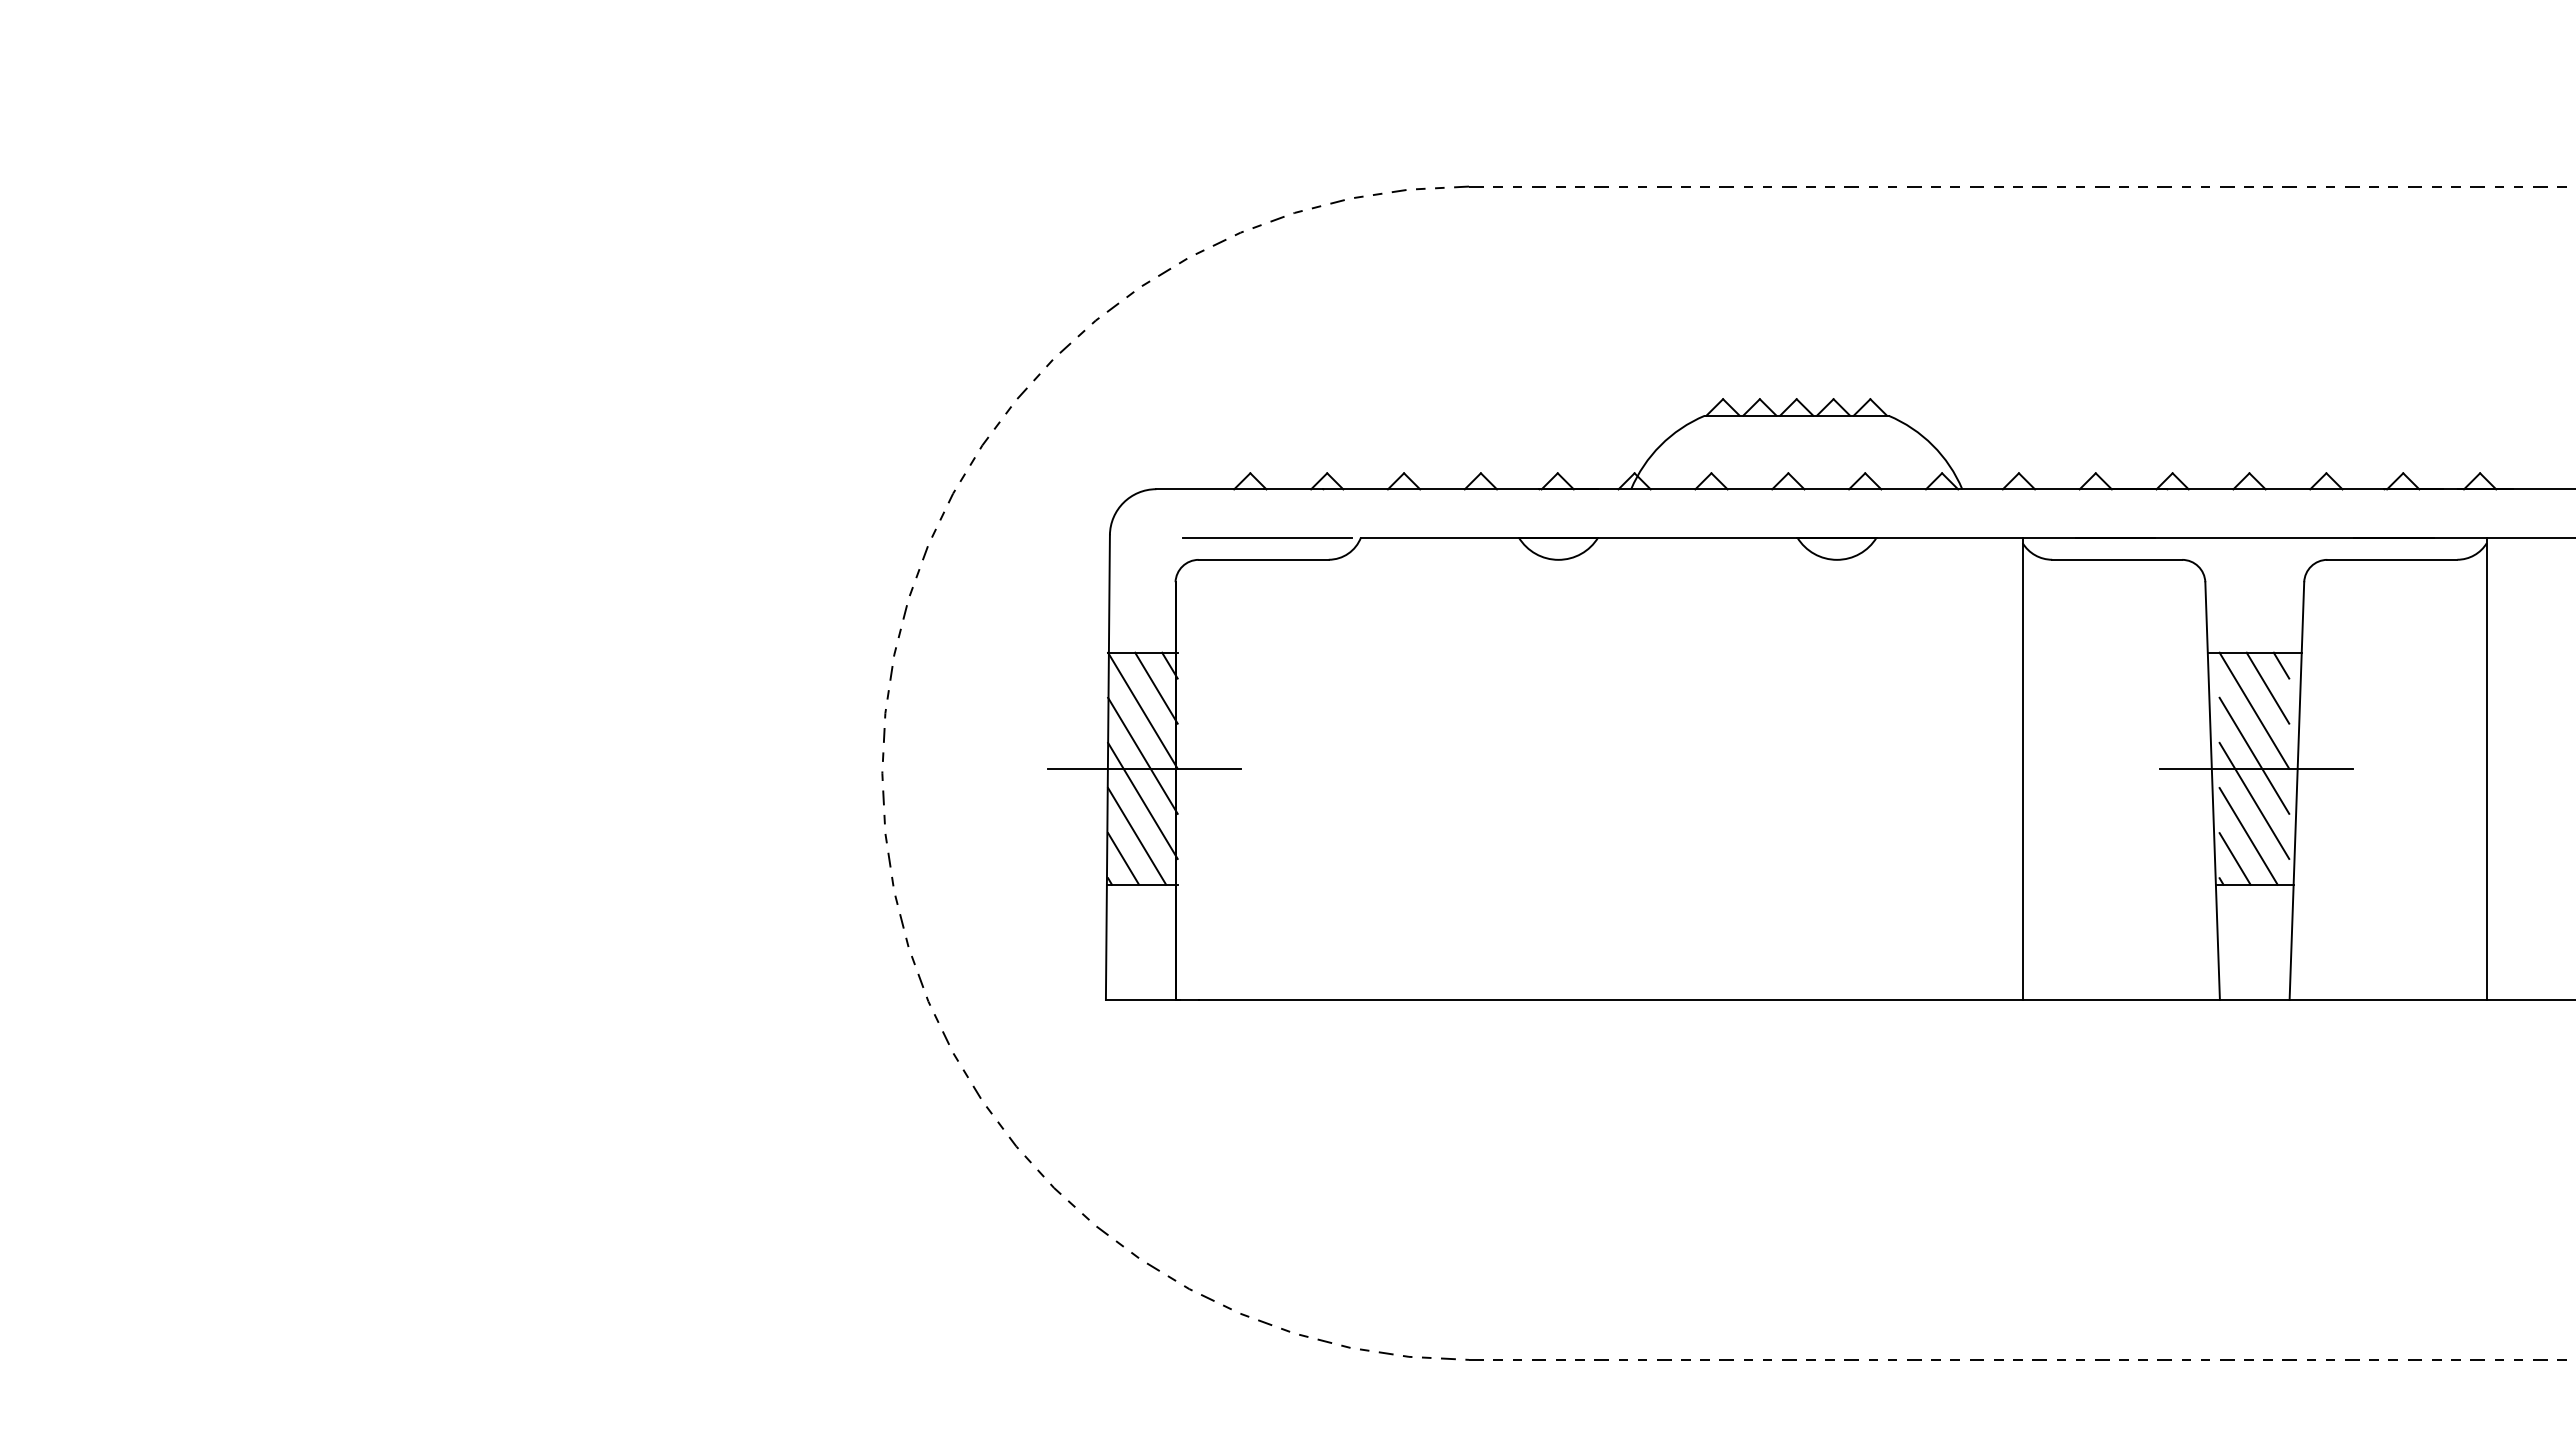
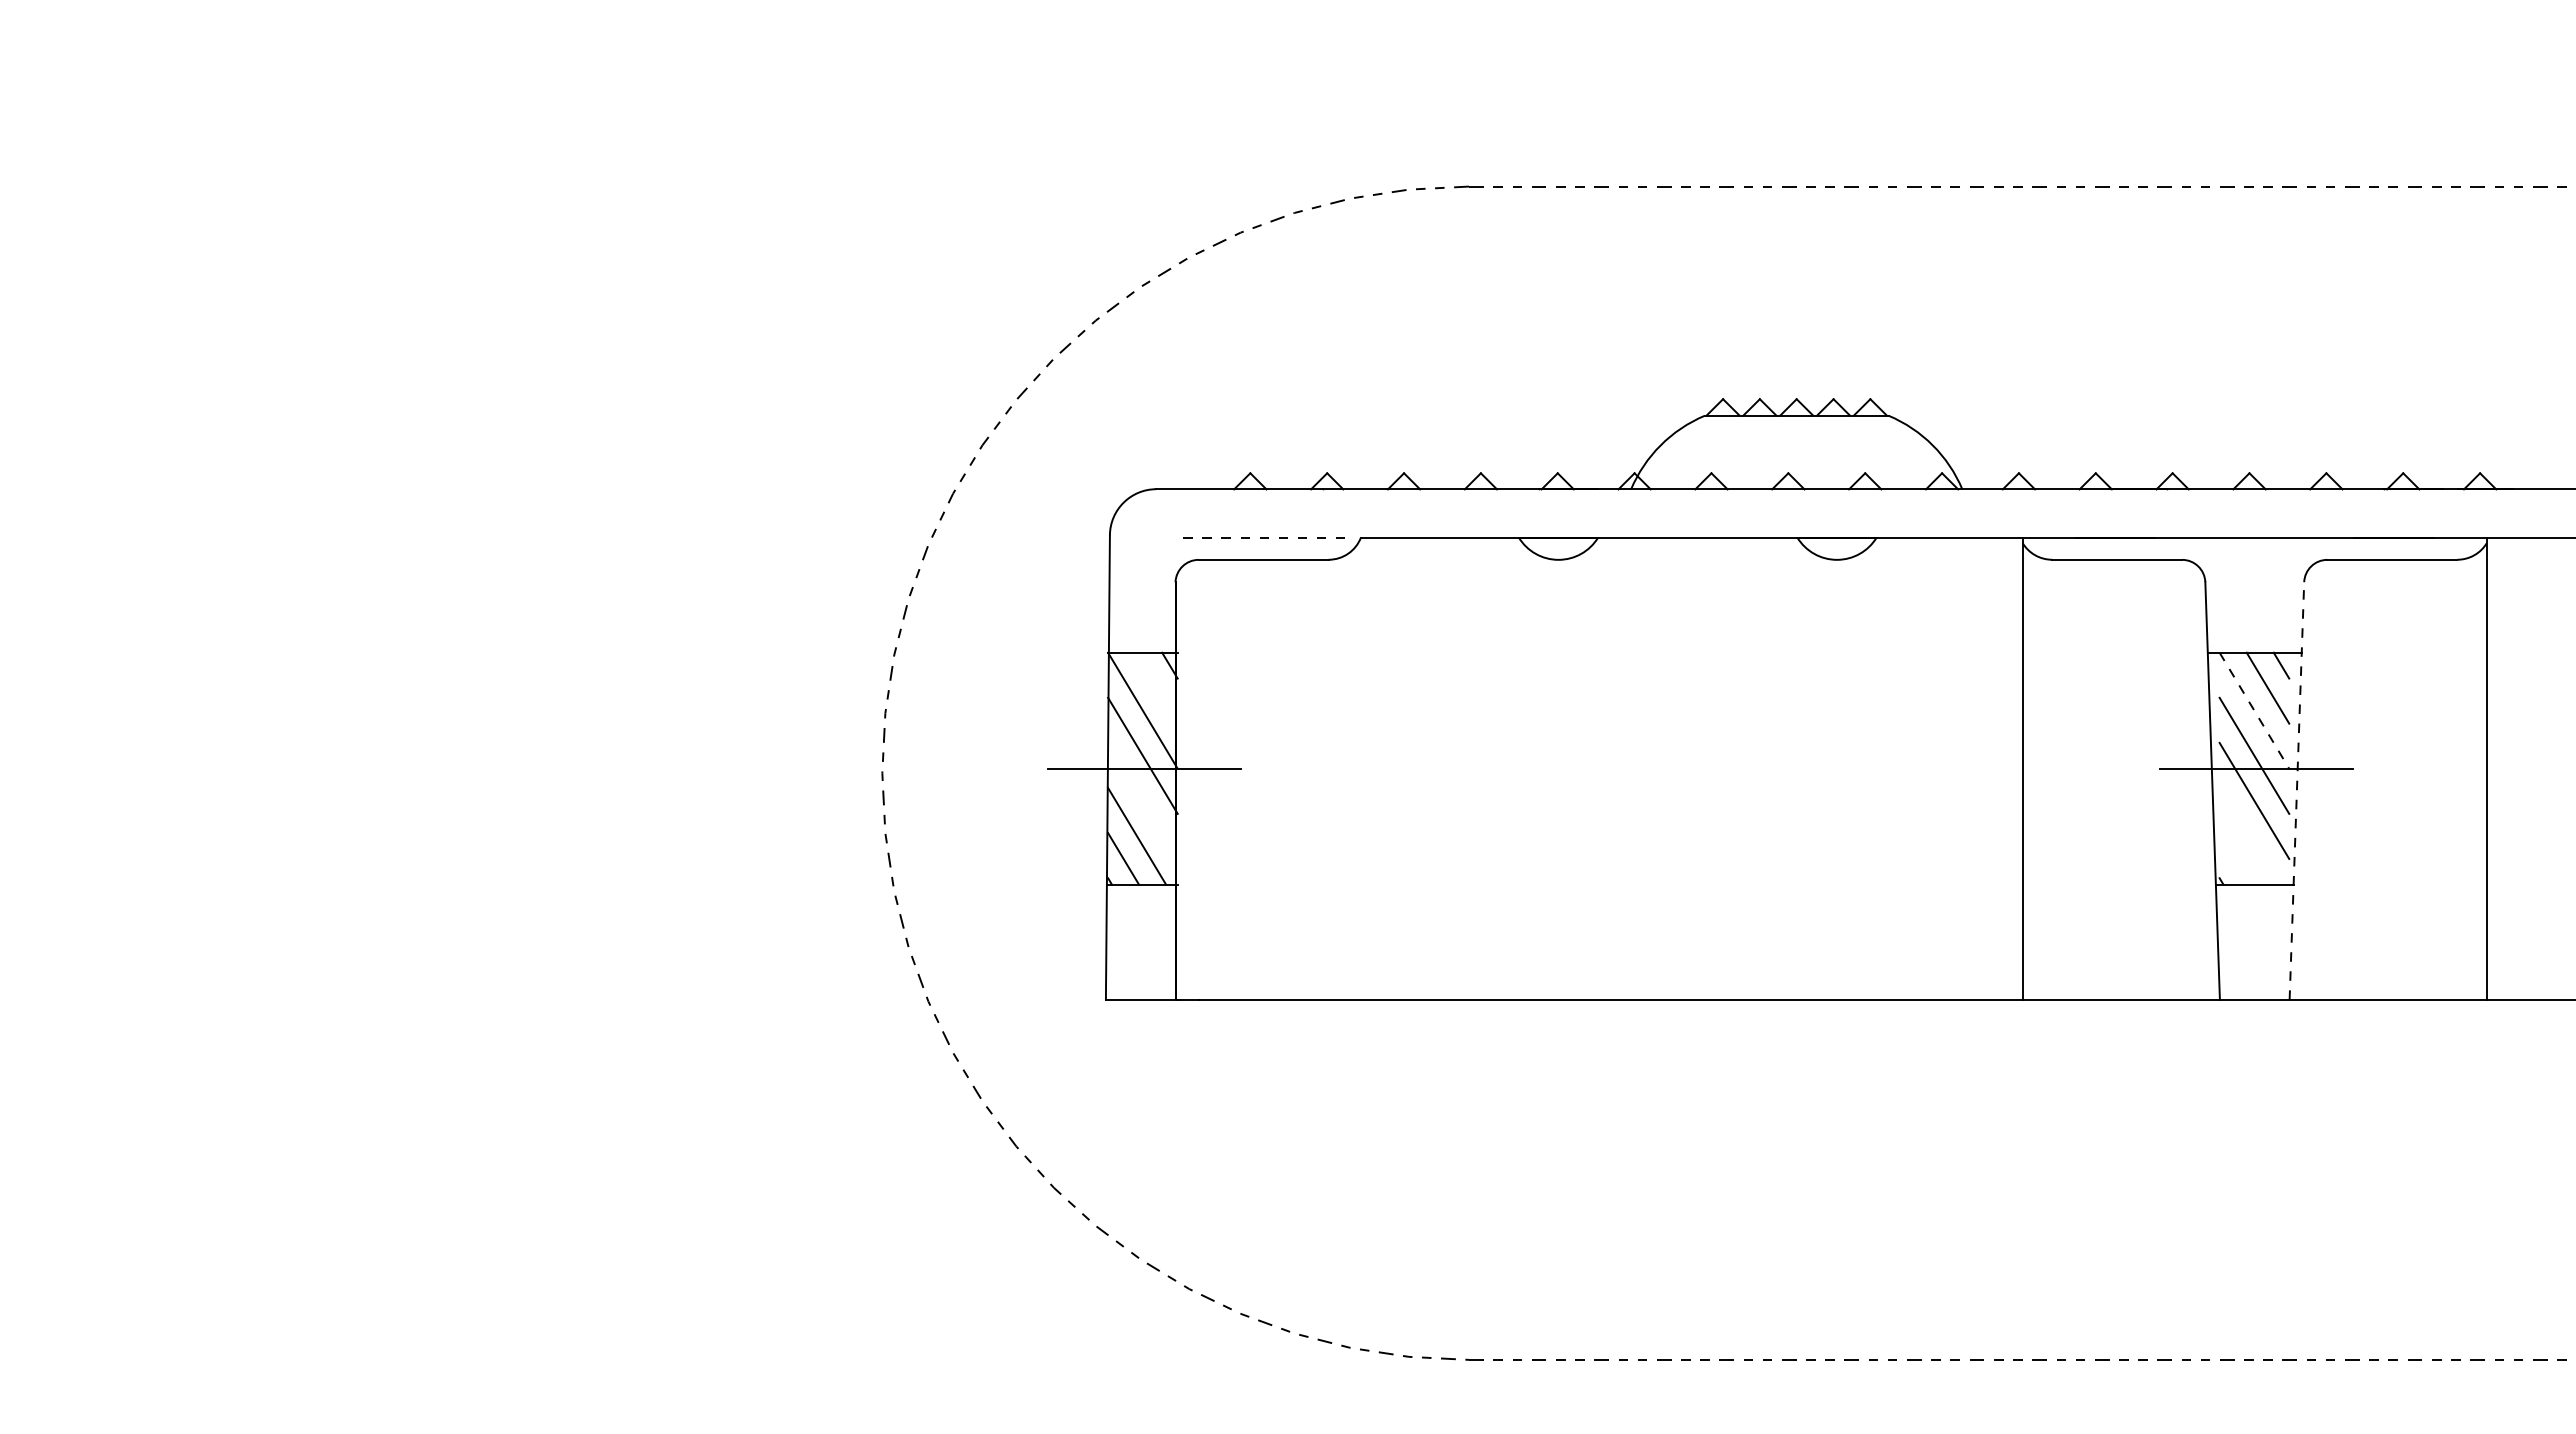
line at (1268, 537): solid -> dashed
line at (1156, 687): present -> none
line at (2254, 710): solid -> dashed
line at (2296, 791): solid -> dashed
line at (1142, 800): present -> none
line at (2248, 836): present -> none
line at (2234, 858): present -> none
